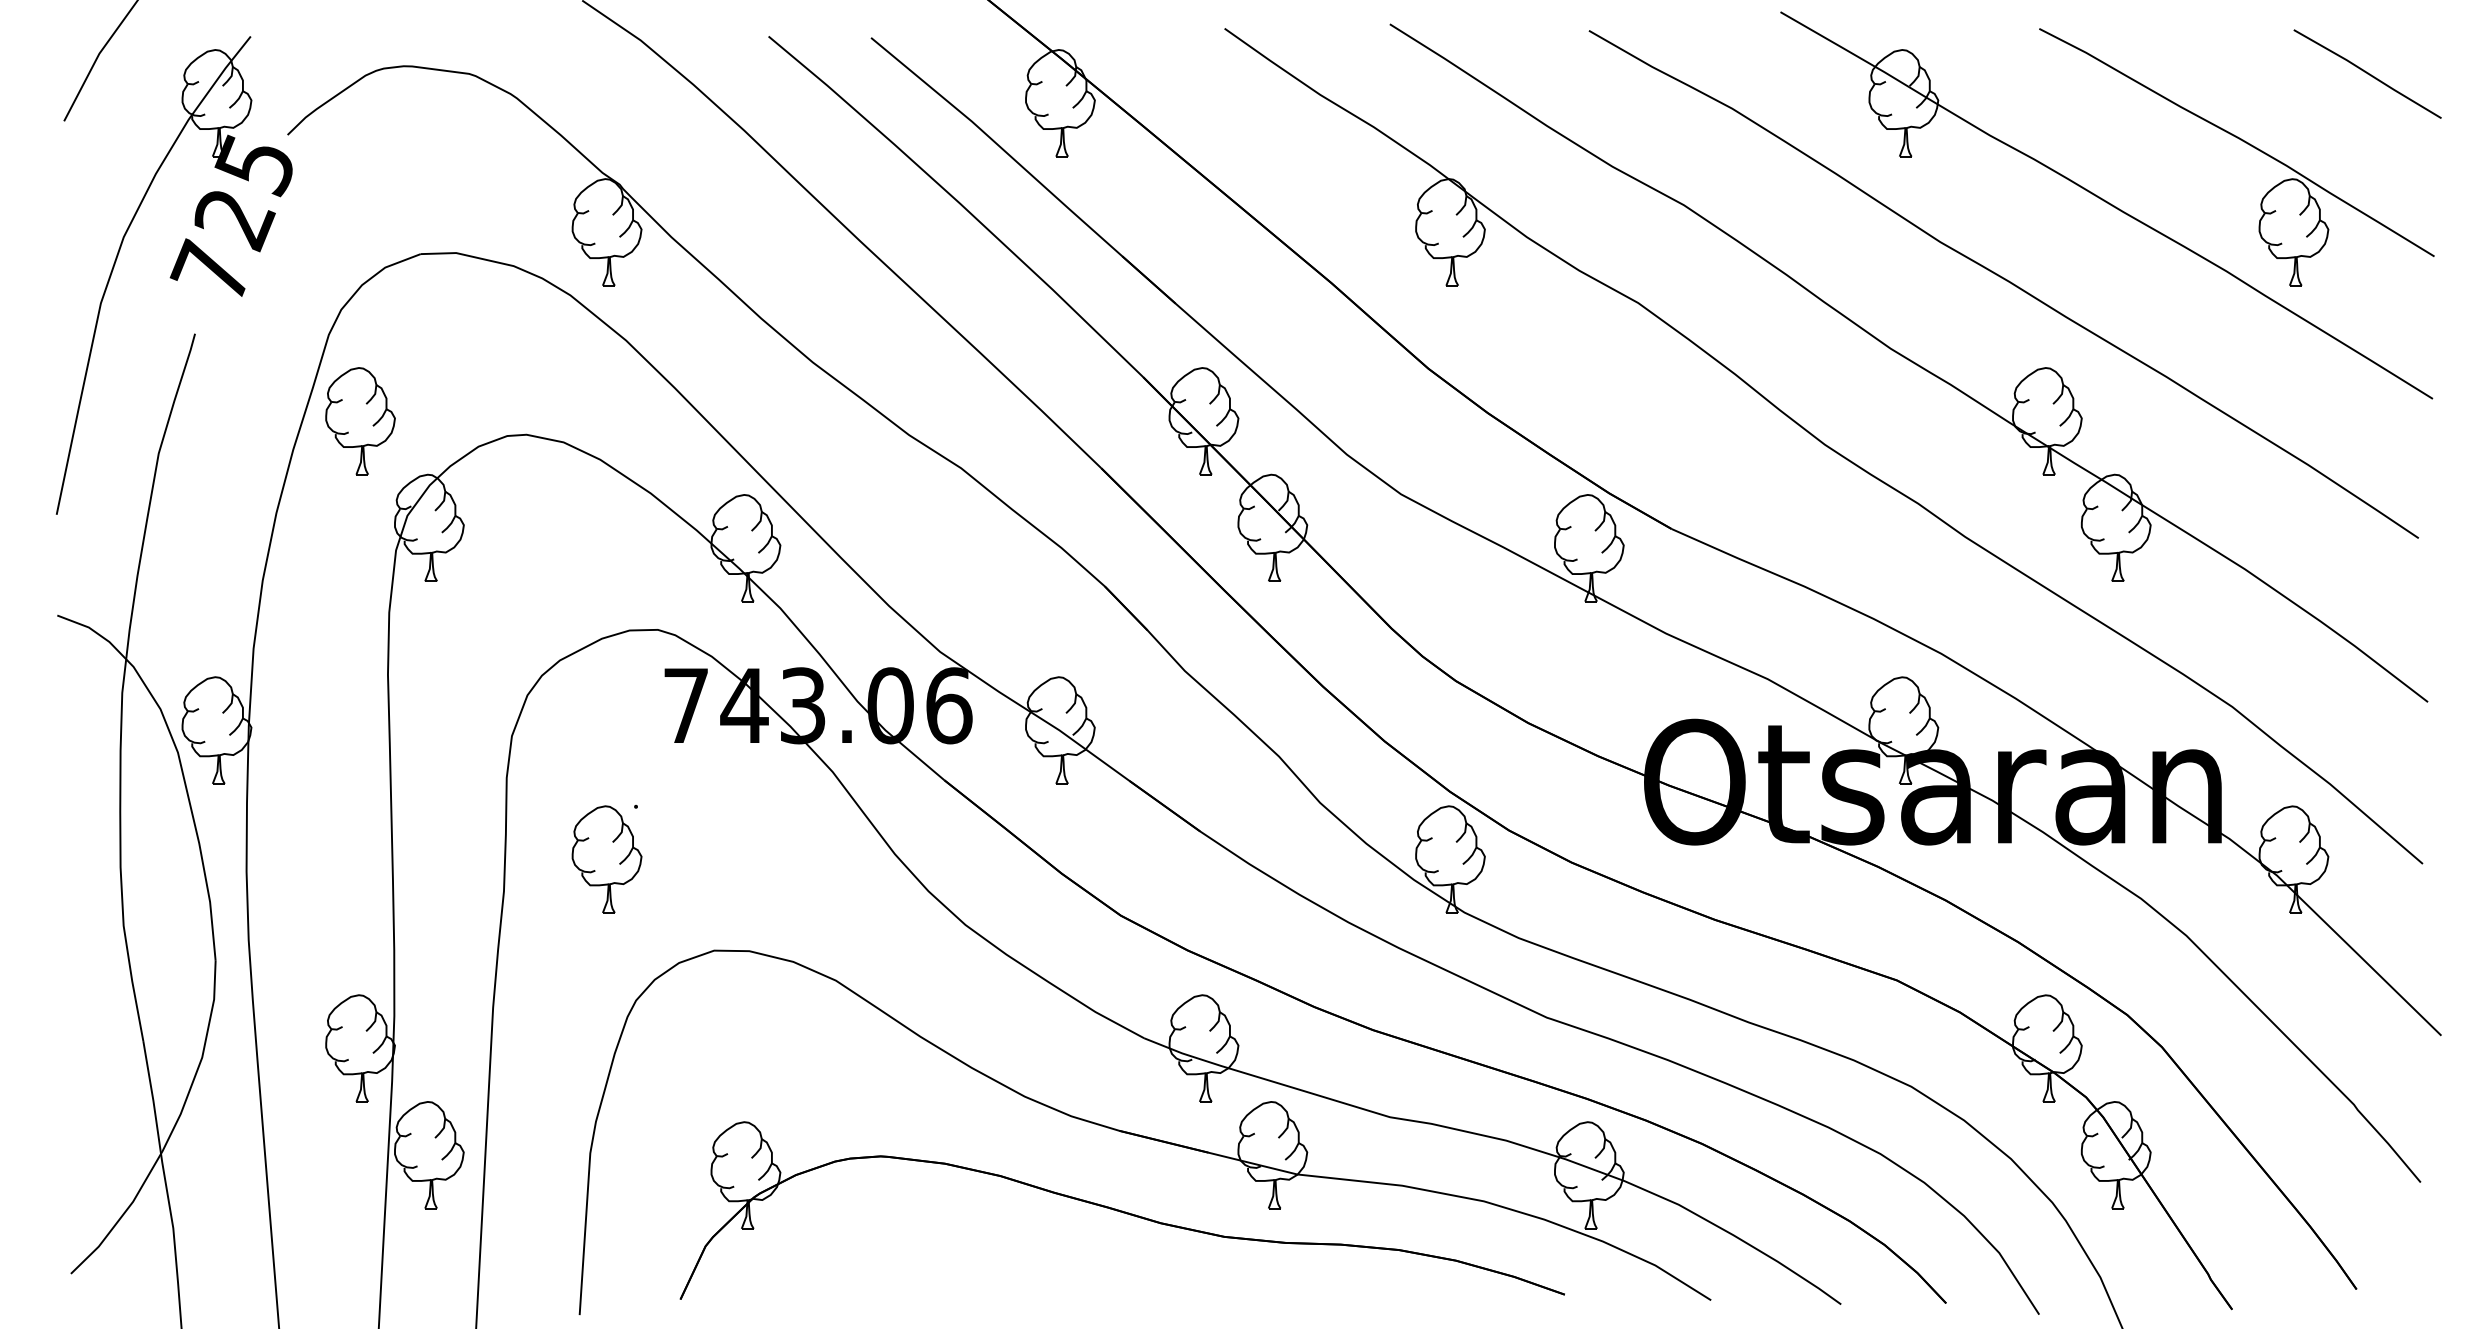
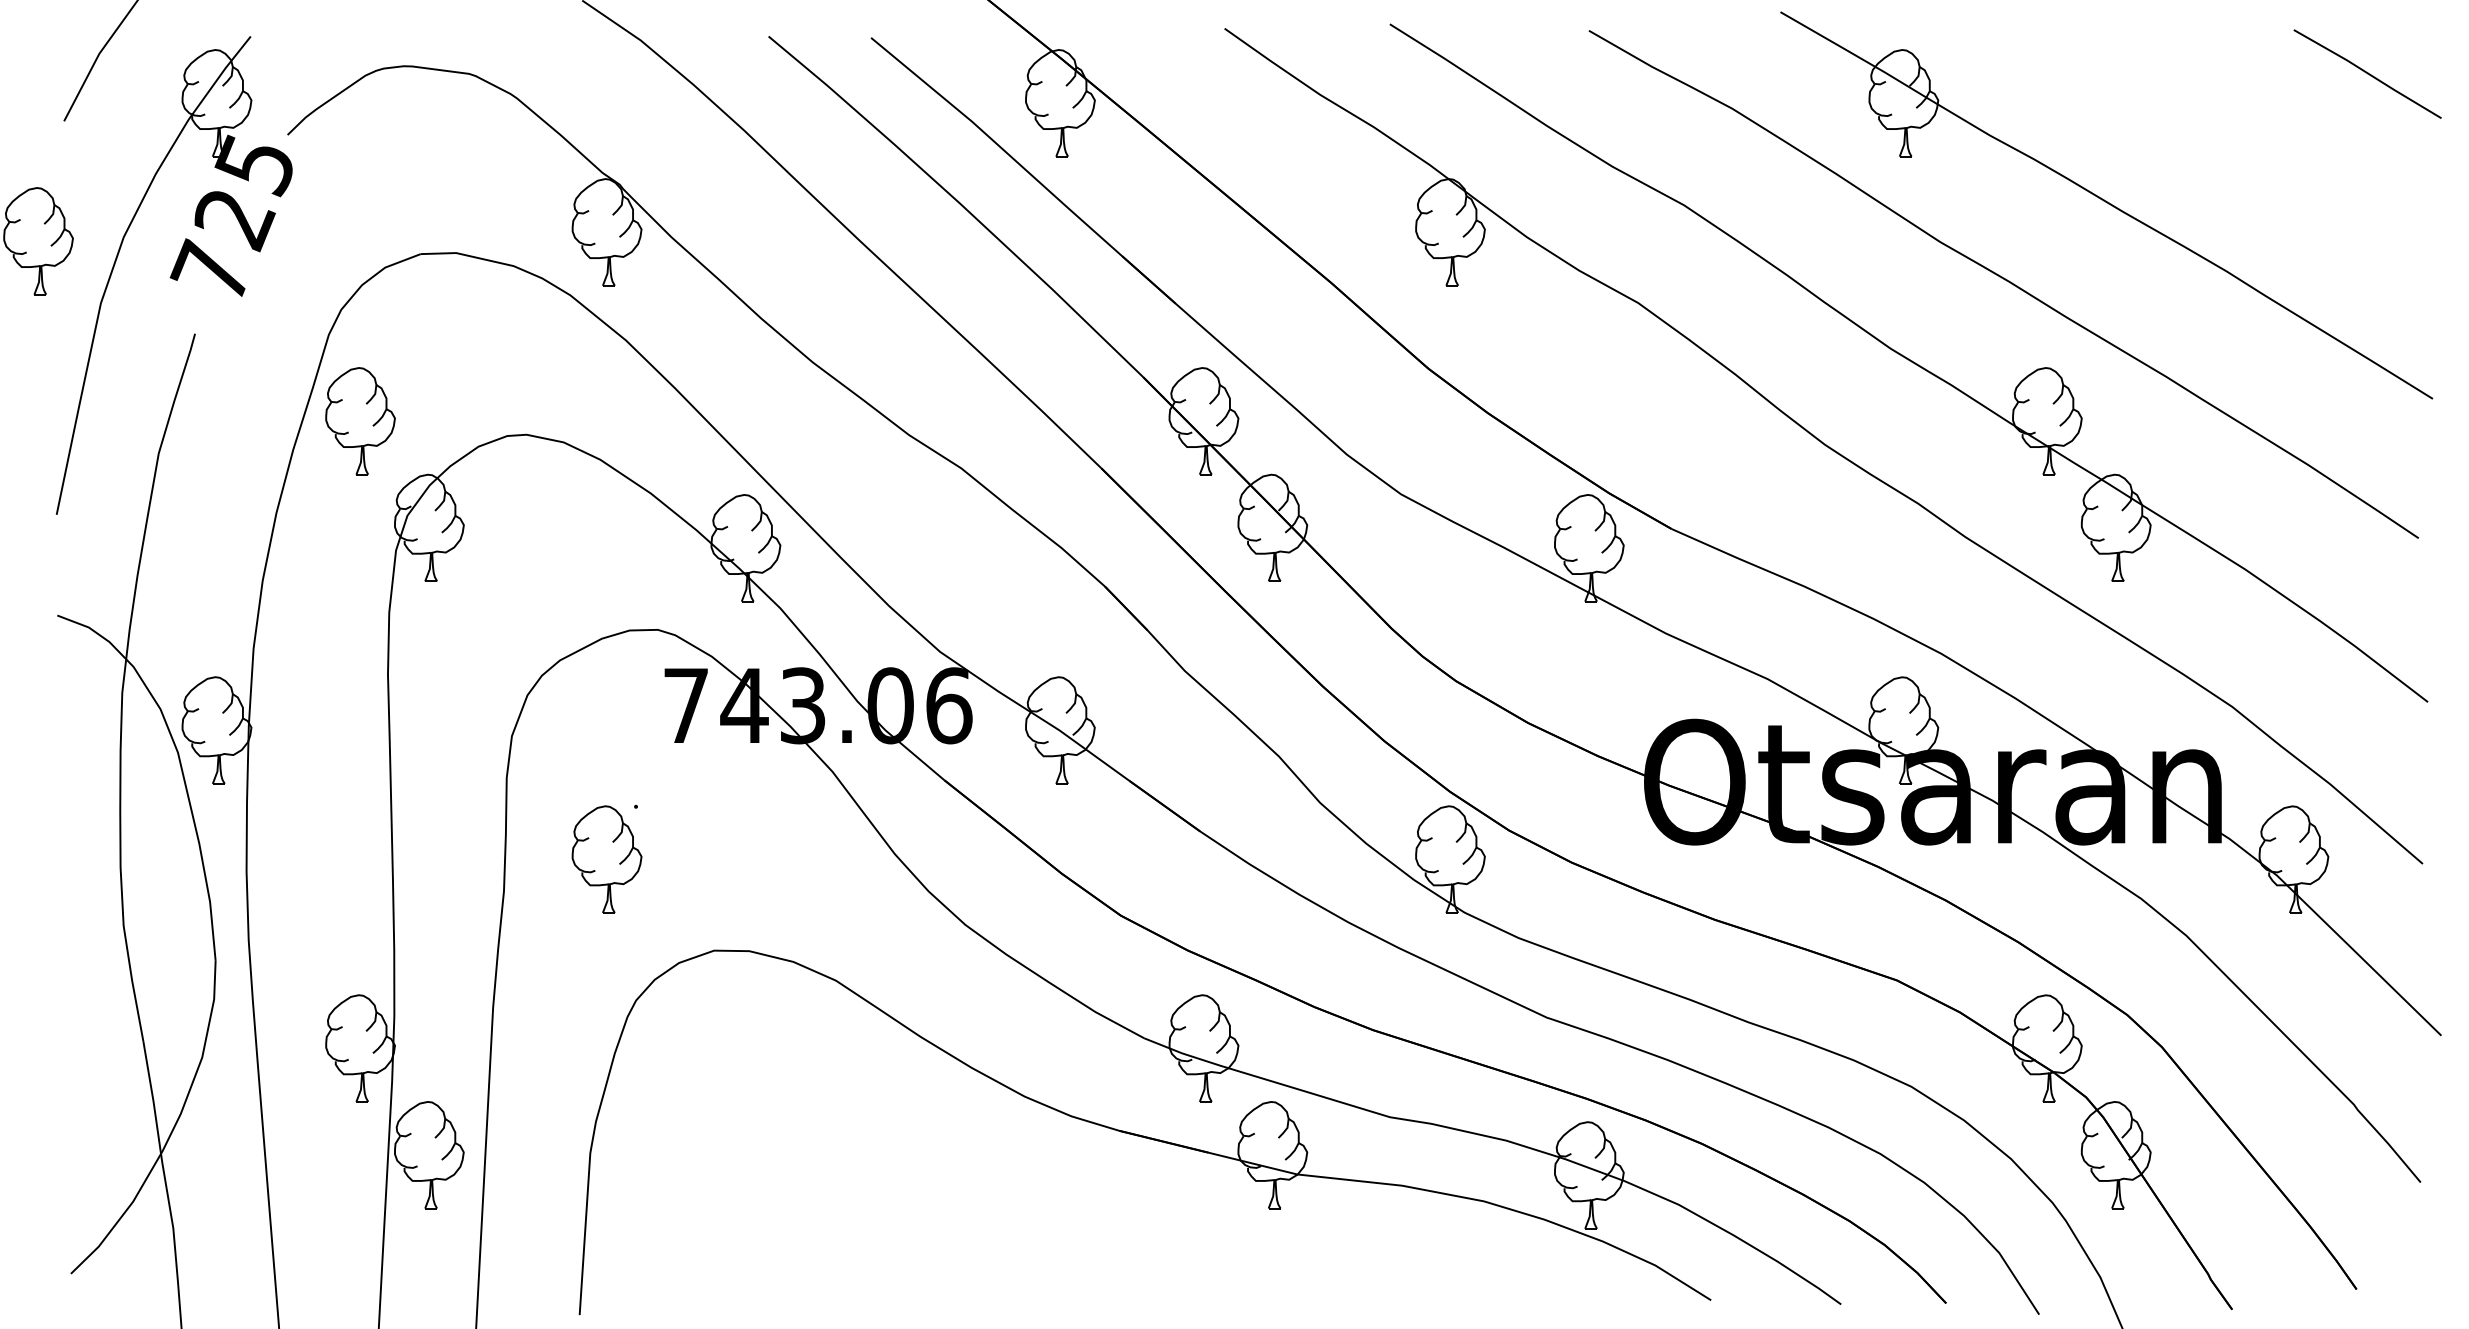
part at (2245, 143): present -> none
part at (38, 241): none -> present
part at (1121, 1210): present -> none
